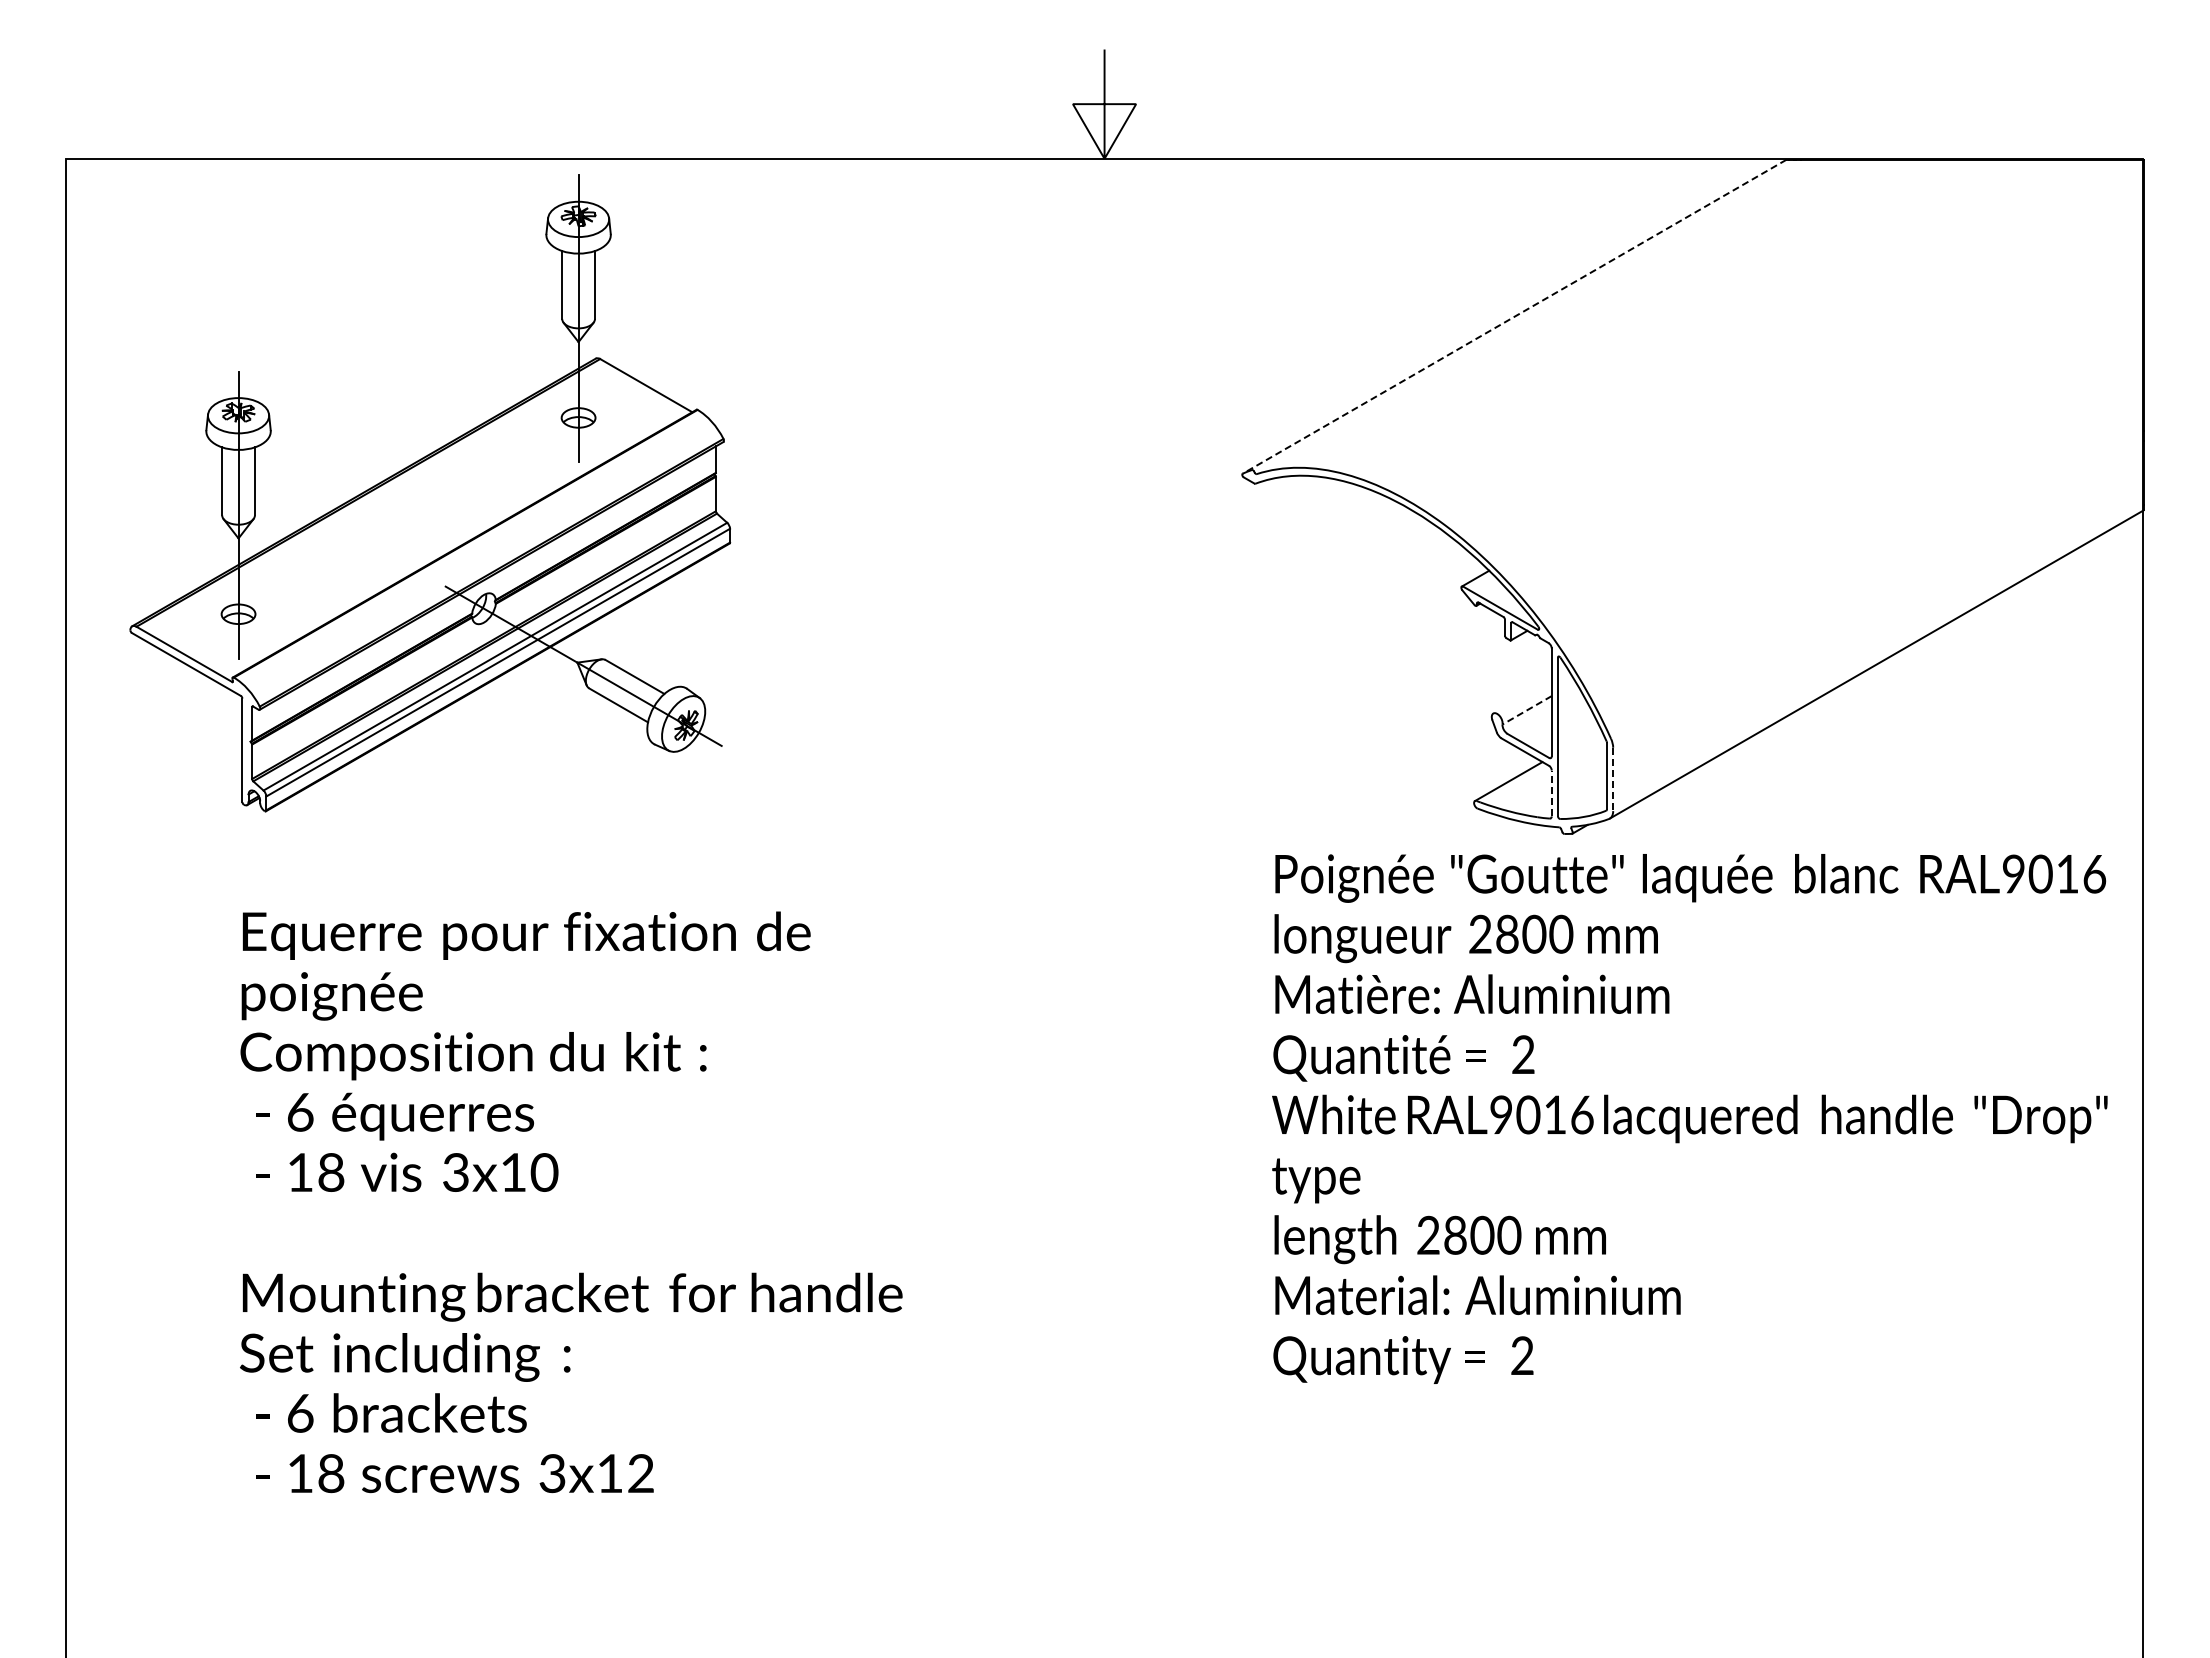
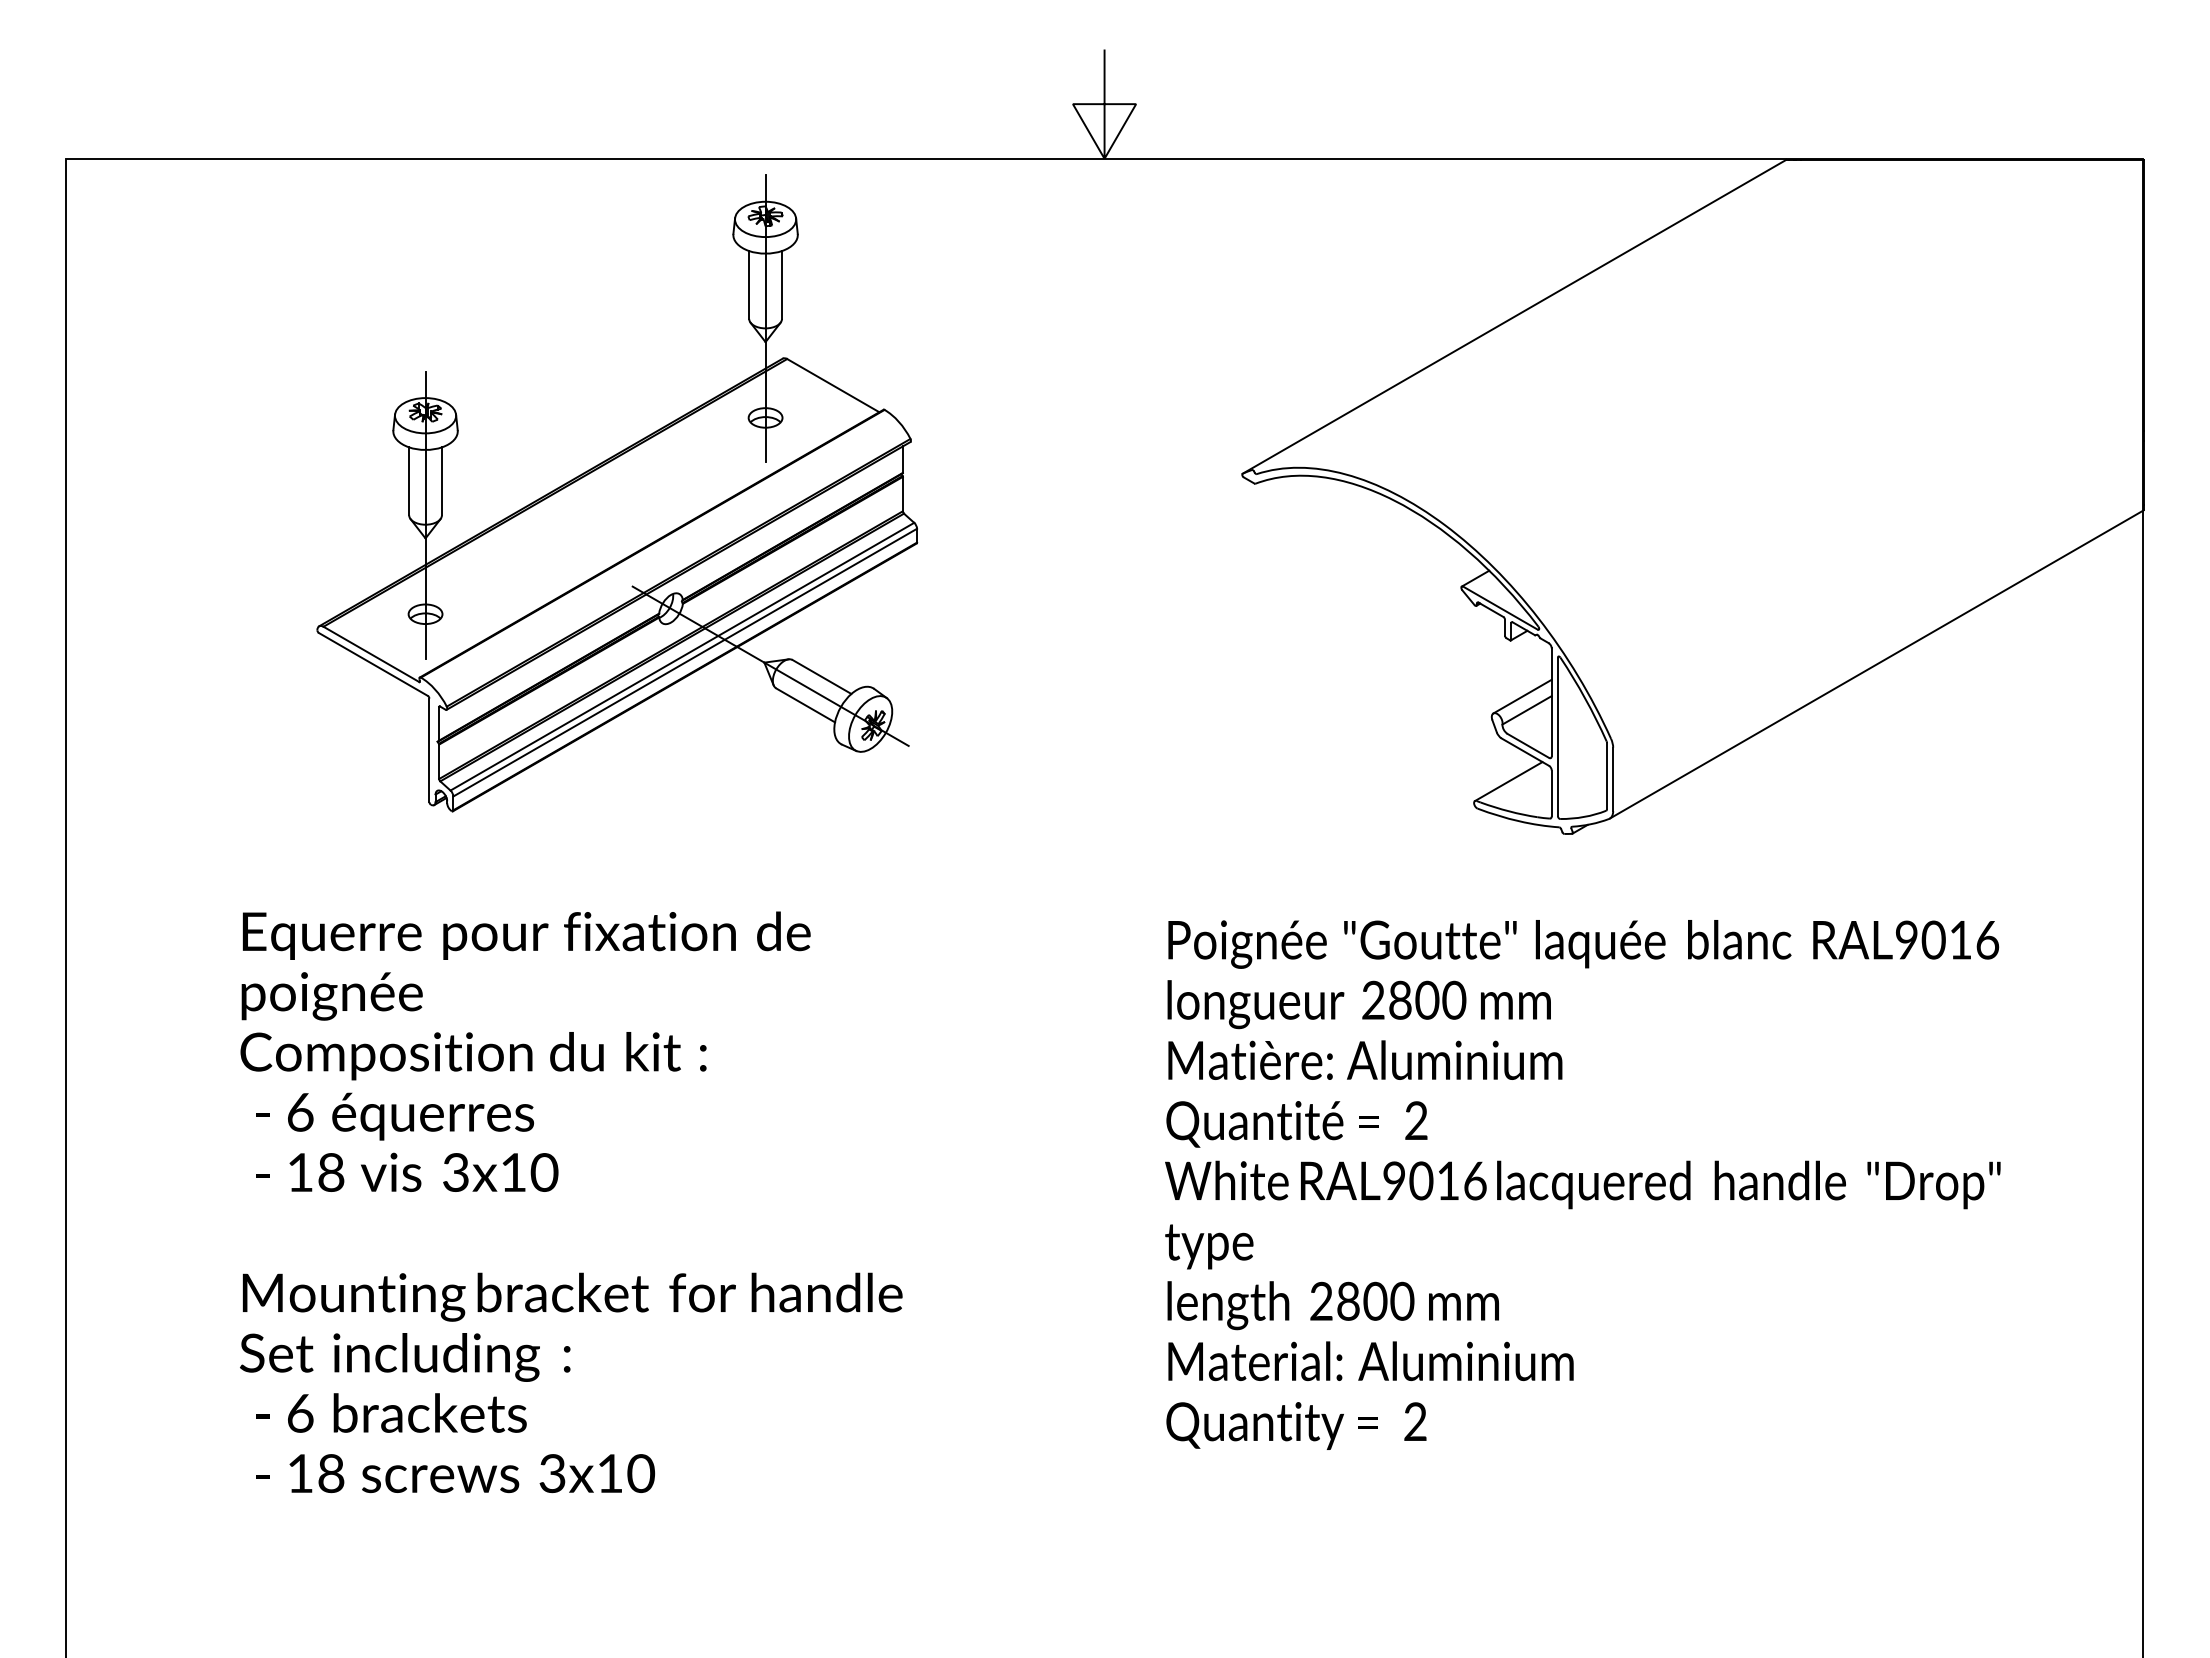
line at (1514, 316): dashed -> solid
part at (430, 493) position: (430, 493) -> (617, 493)
line at (1522, 696): none -> present
line at (1526, 710): dashed -> solid
line at (1613, 779): dashed -> solid
line at (1551, 793): dashed -> solid
text at (1689, 1118) position: (1689, 1118) -> (1582, 1184)
text at (641, 1473): 3x12 -> 3x10
